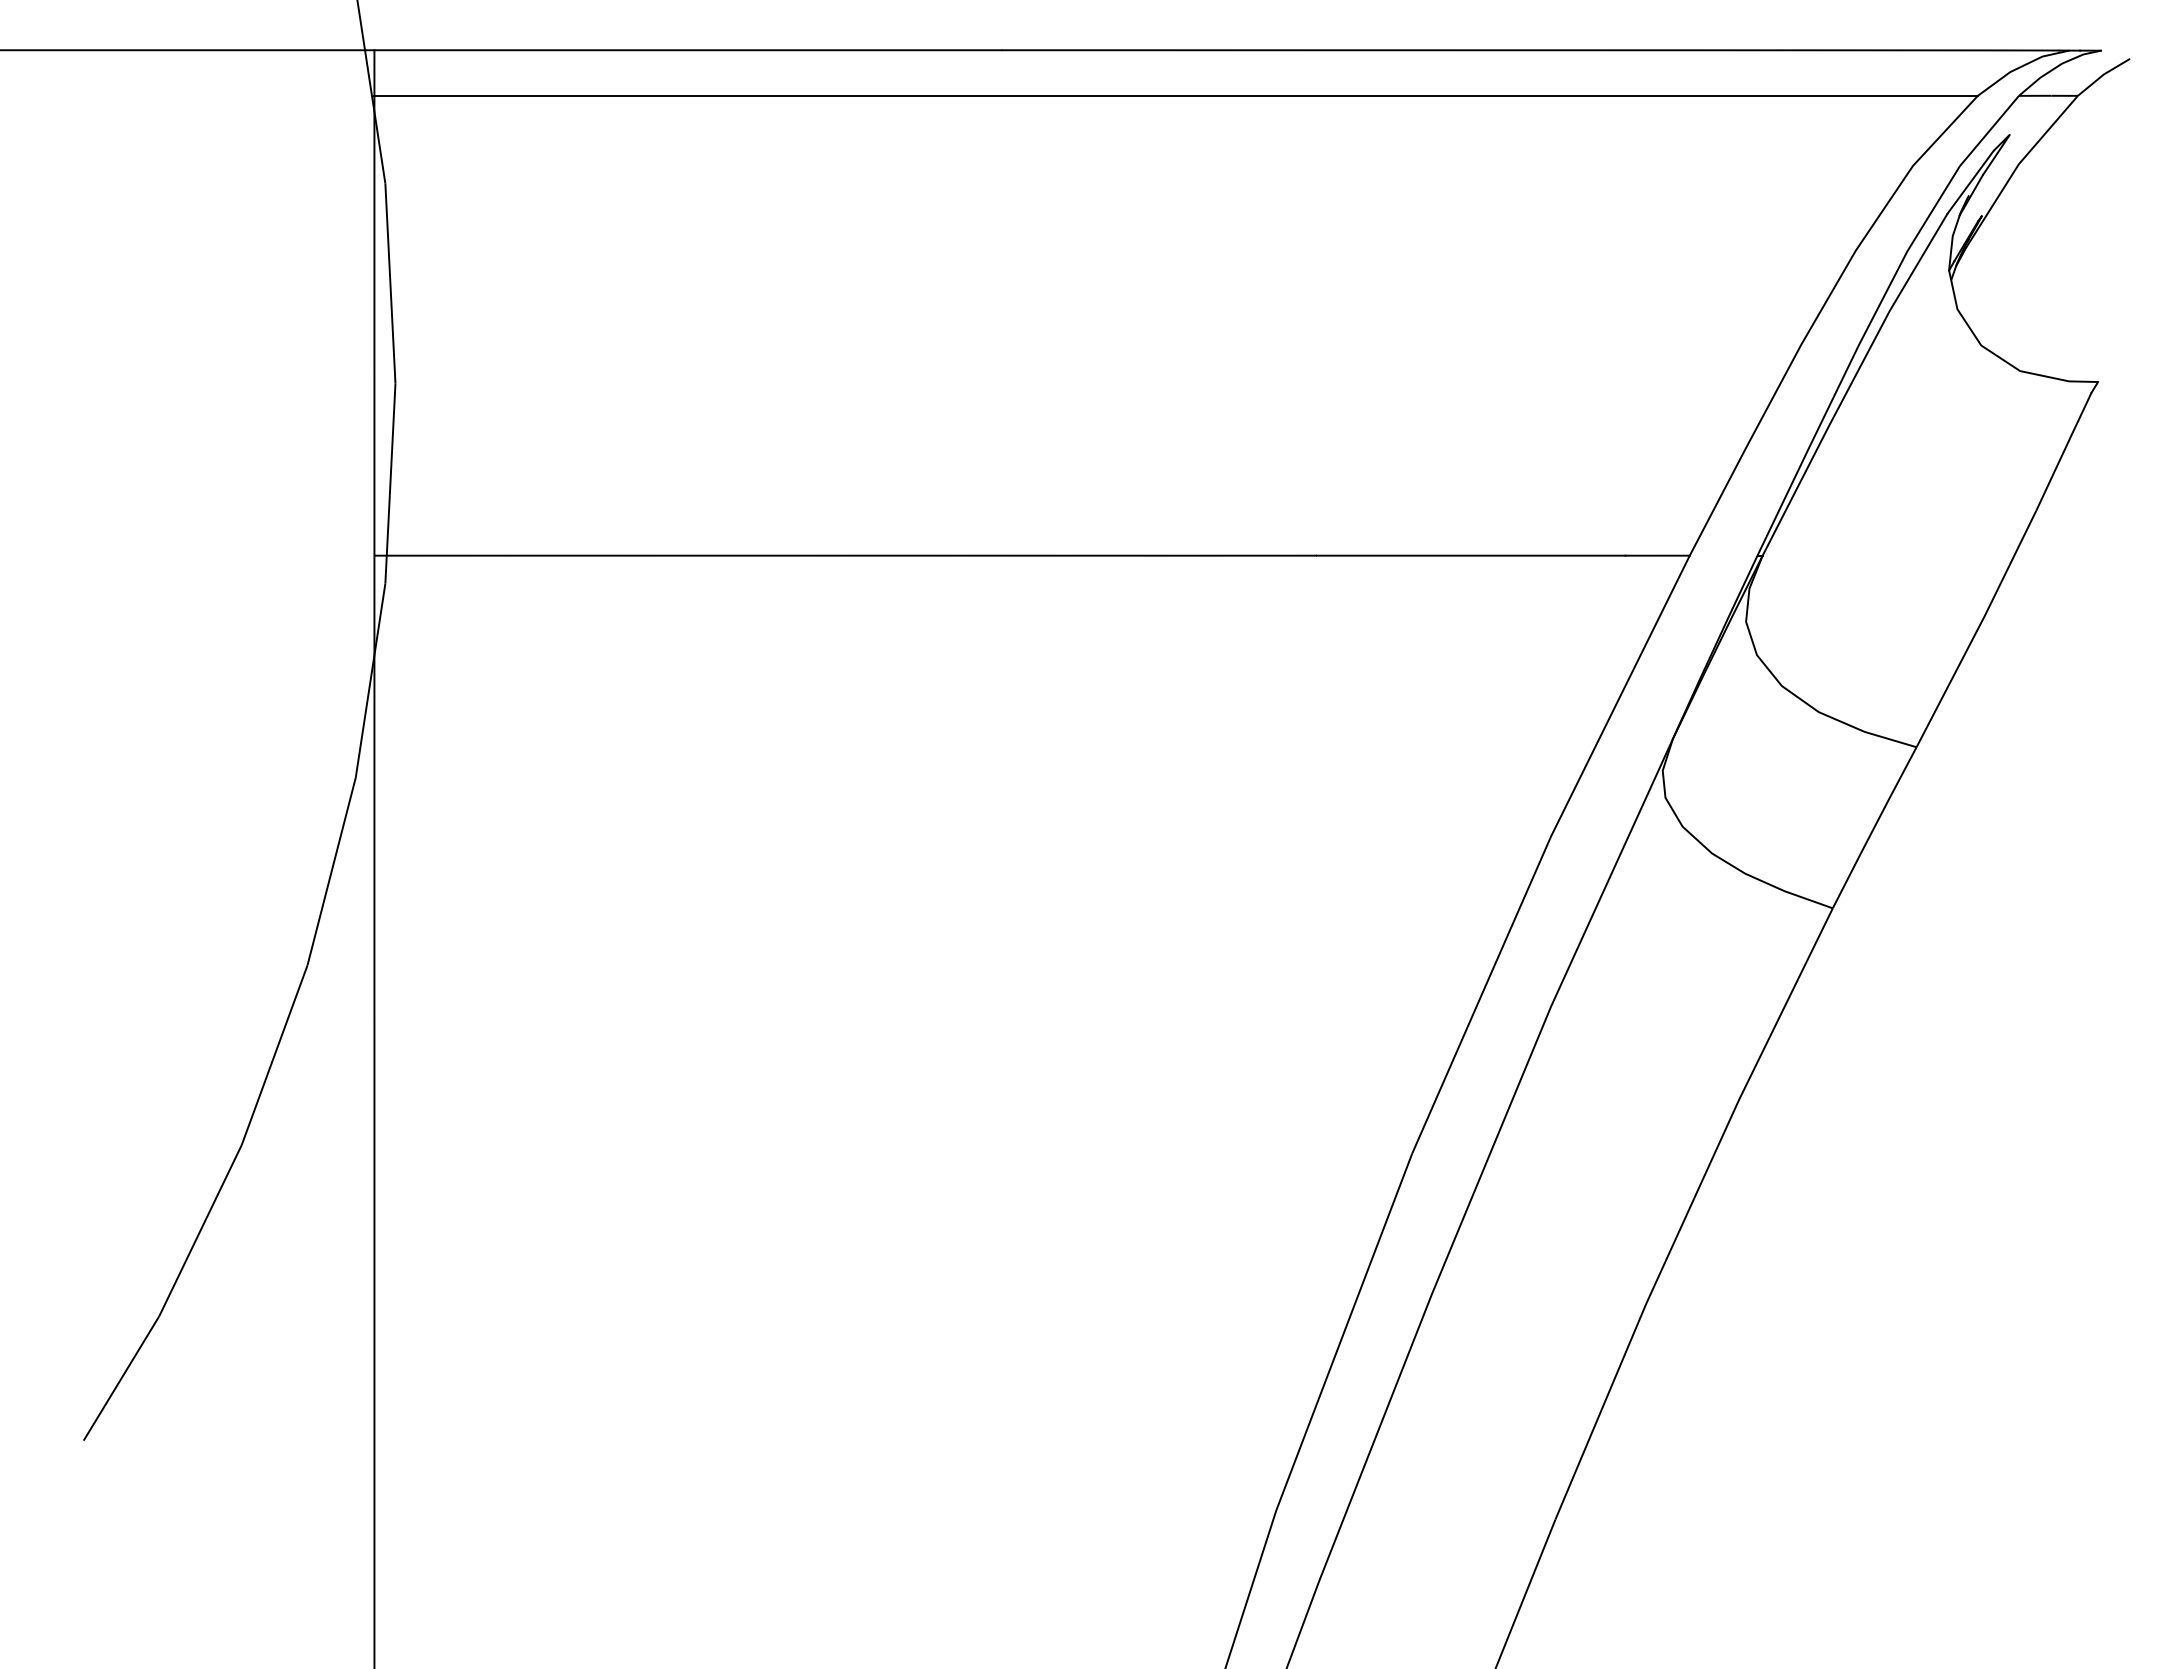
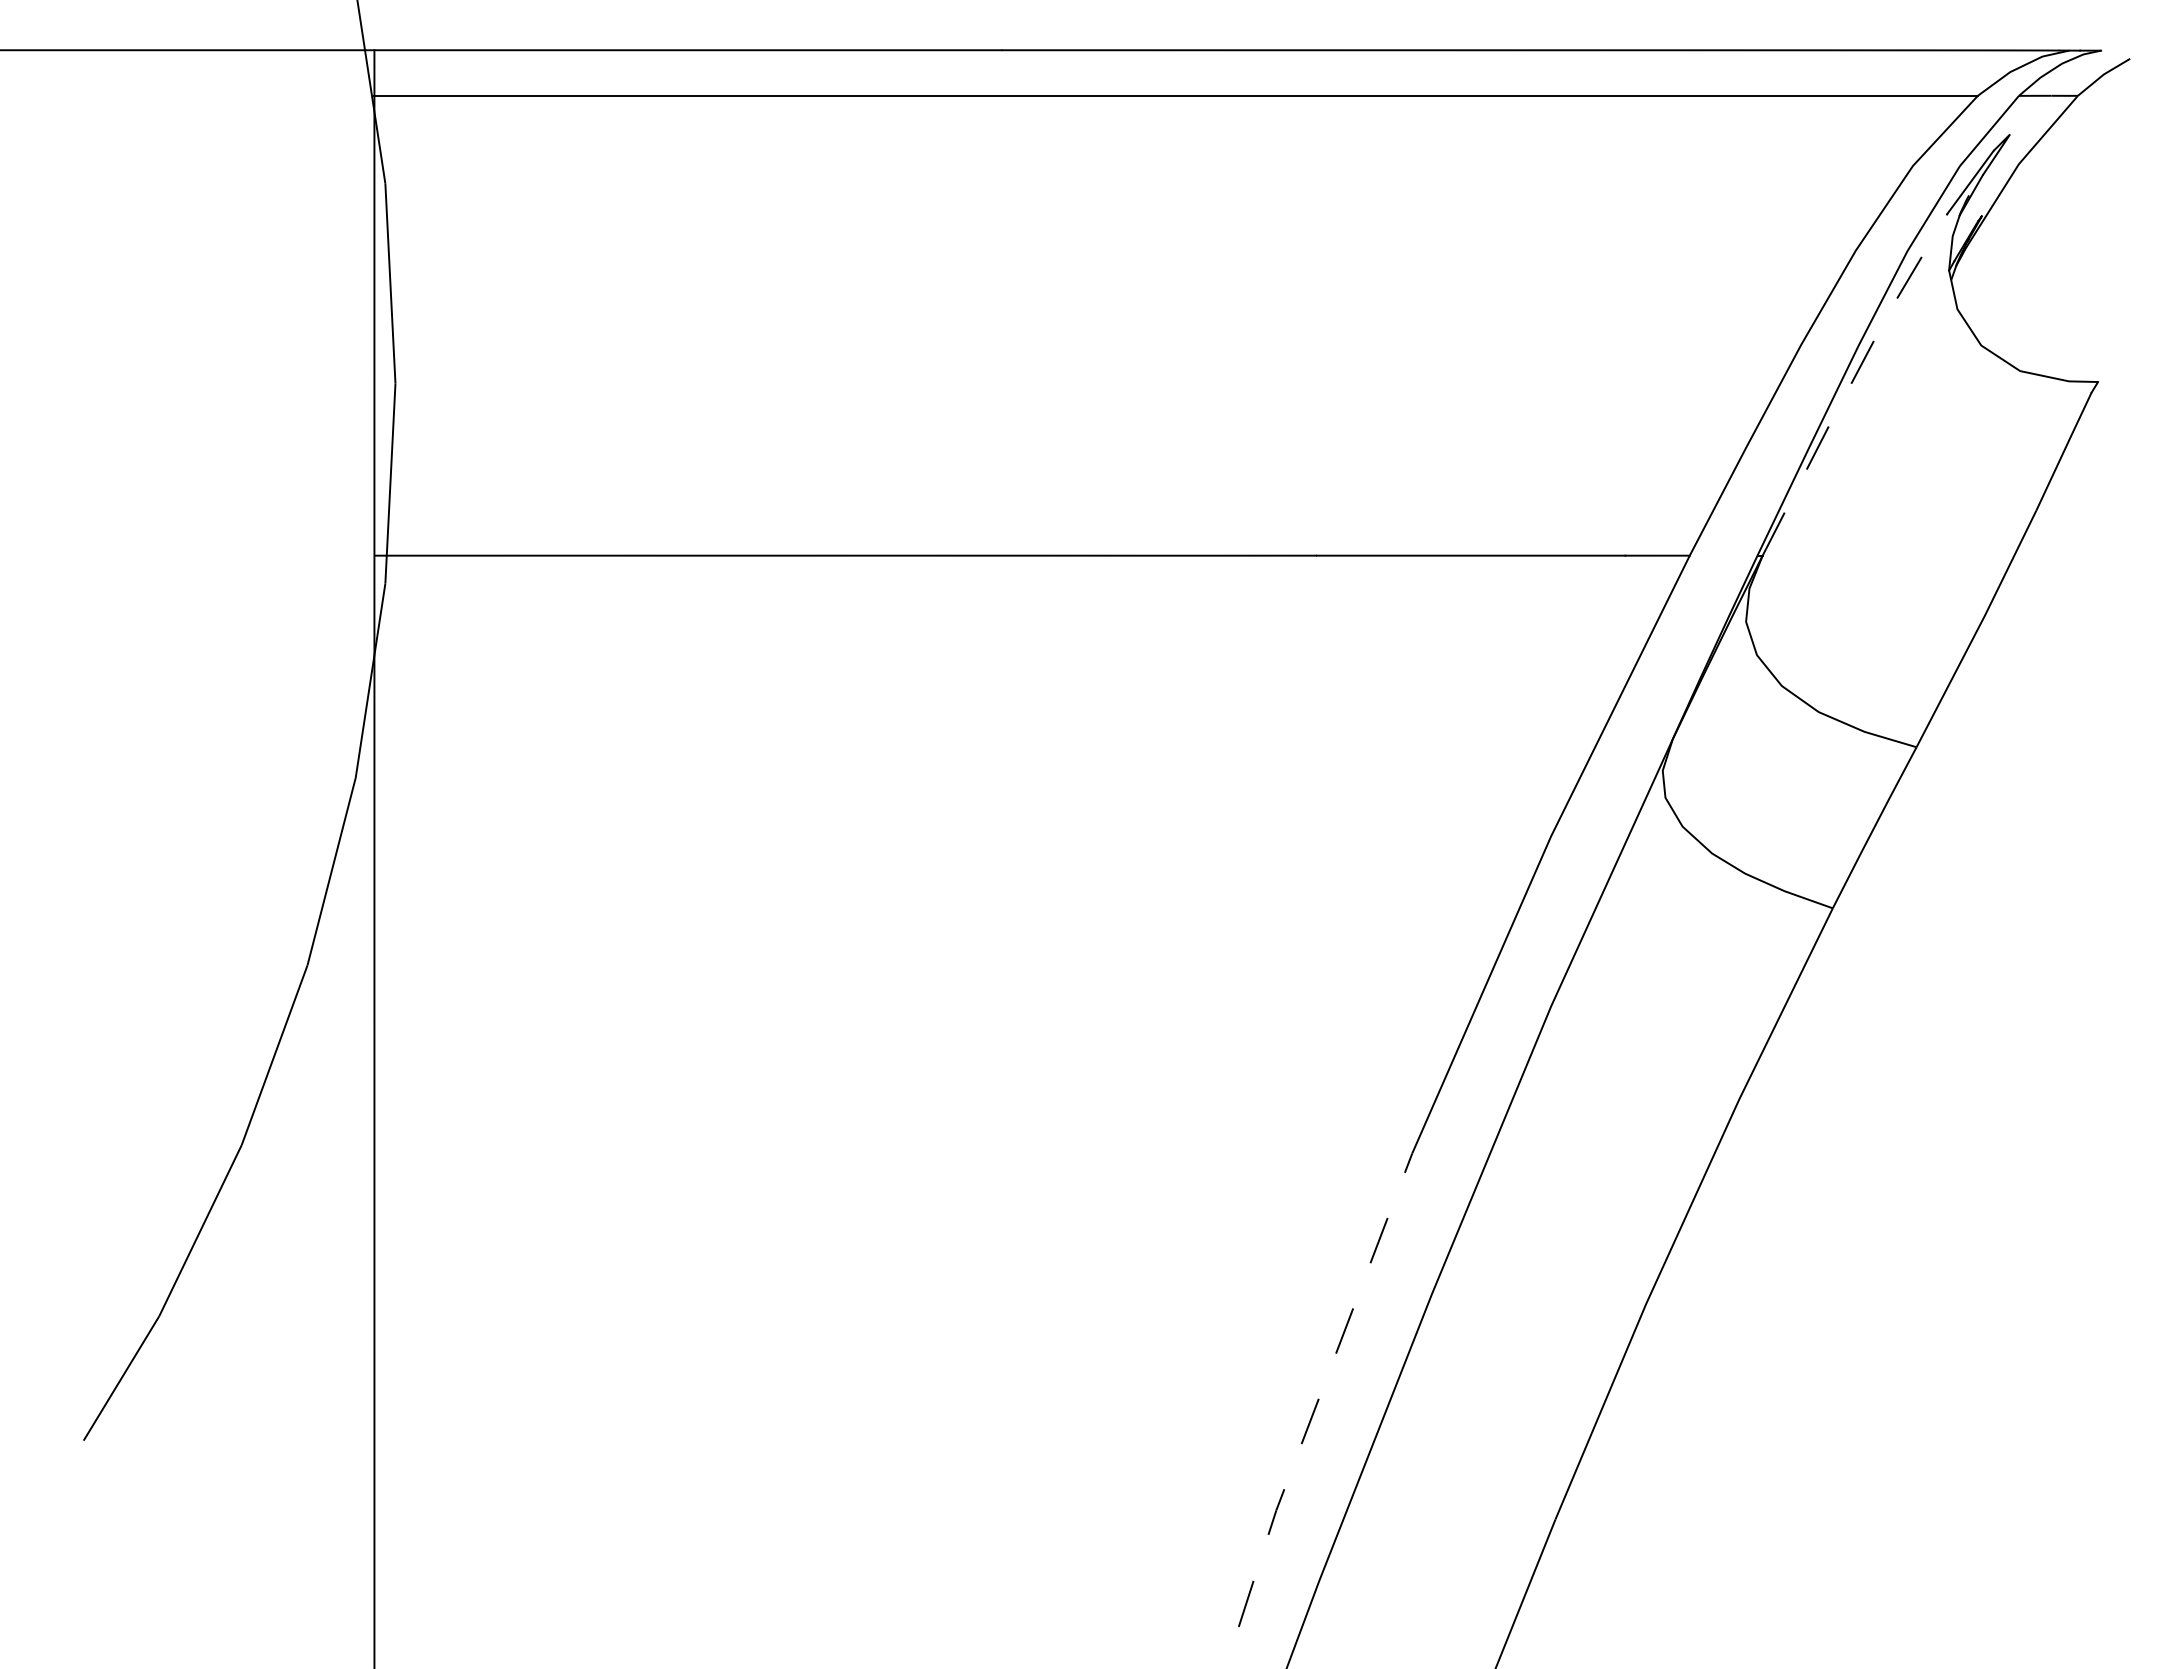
line at (1852, 381): solid -> dashed
line at (1314, 1409): solid -> dashed
